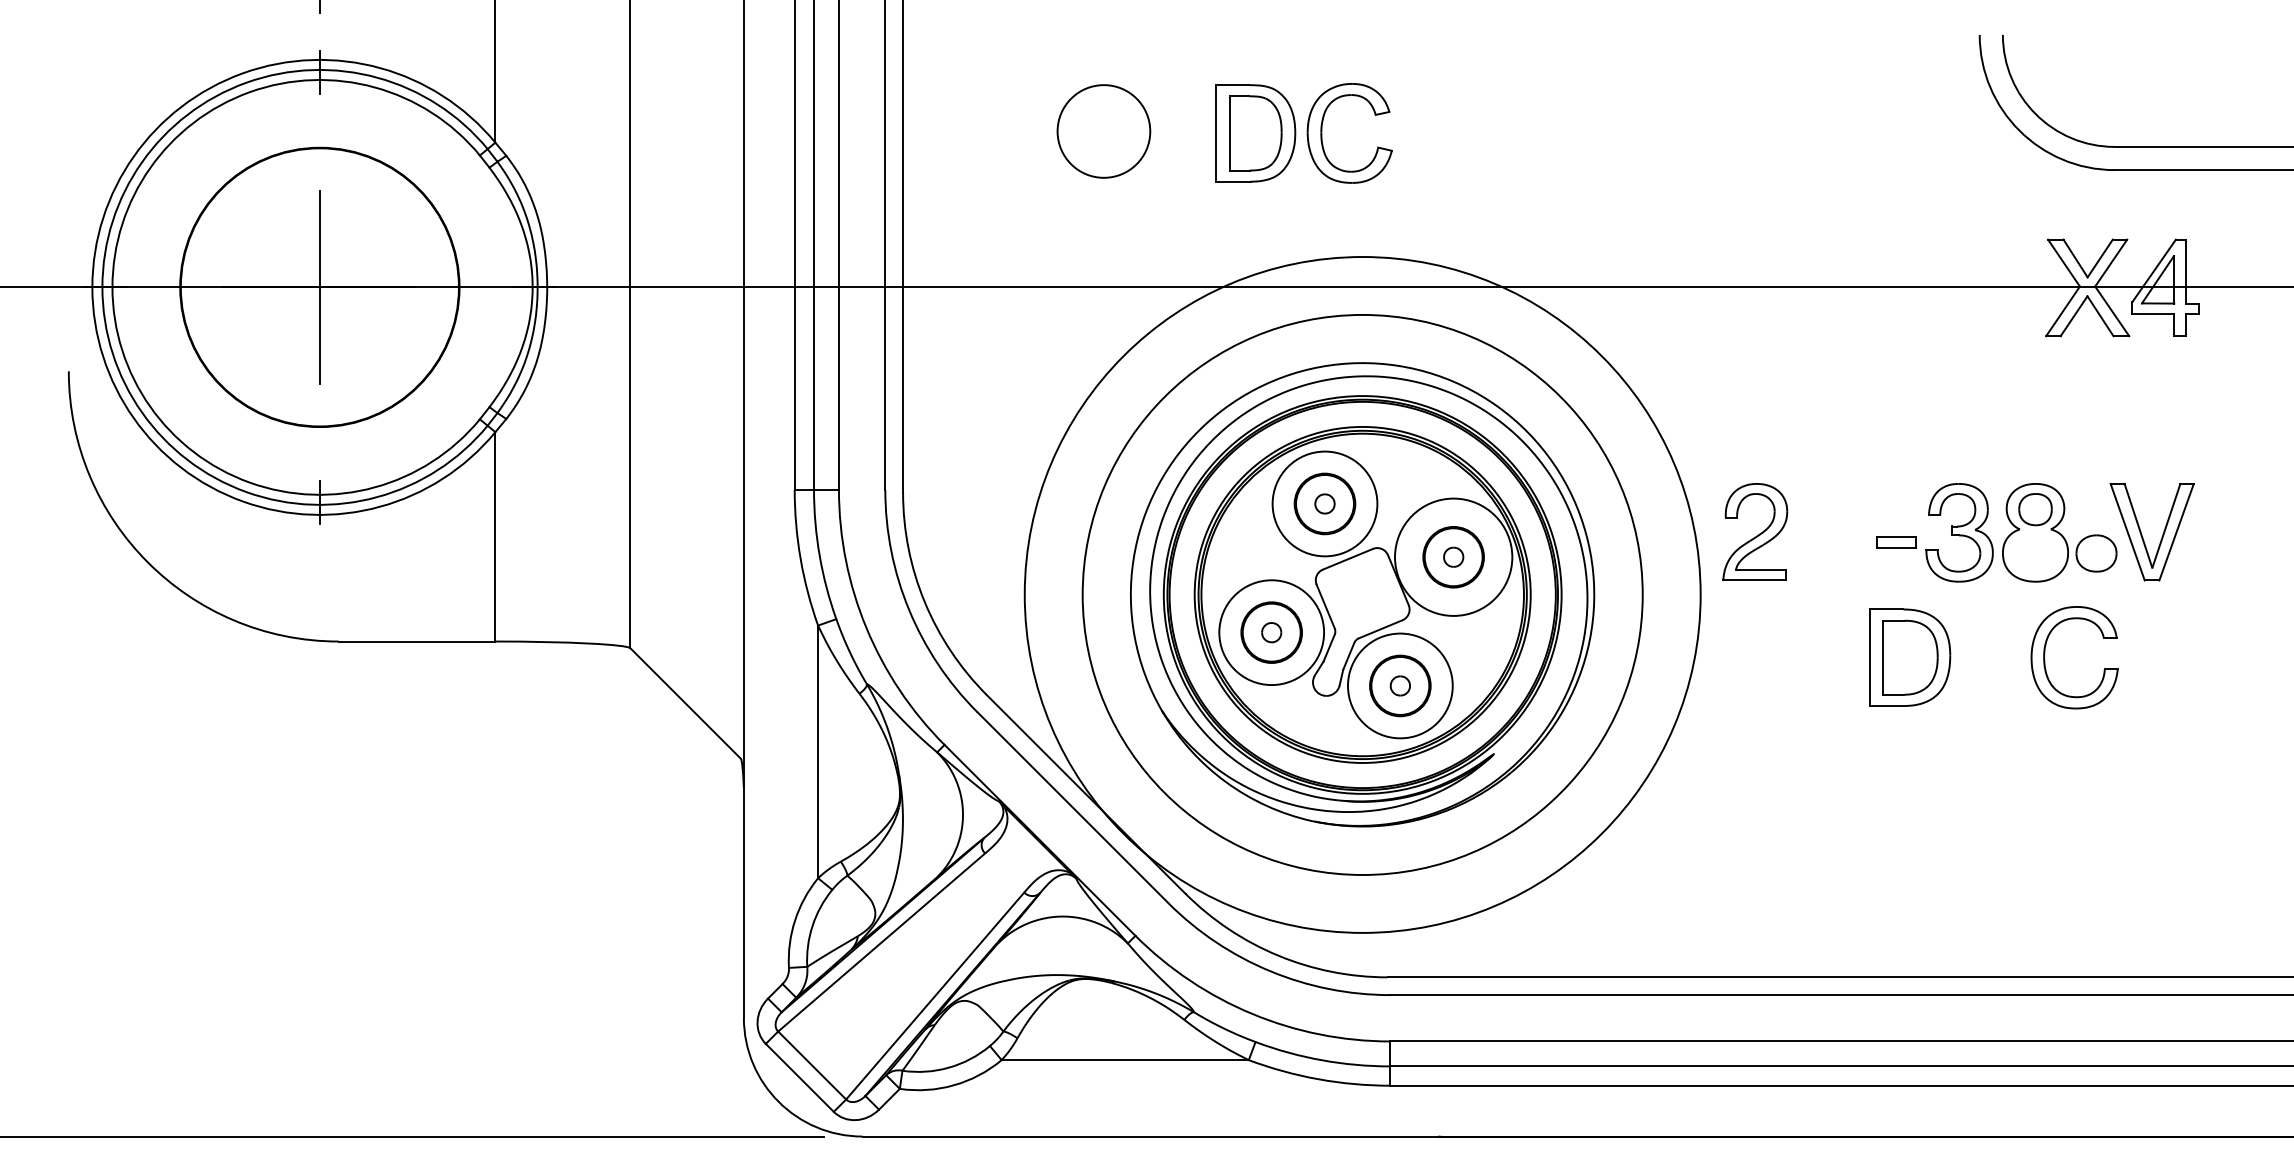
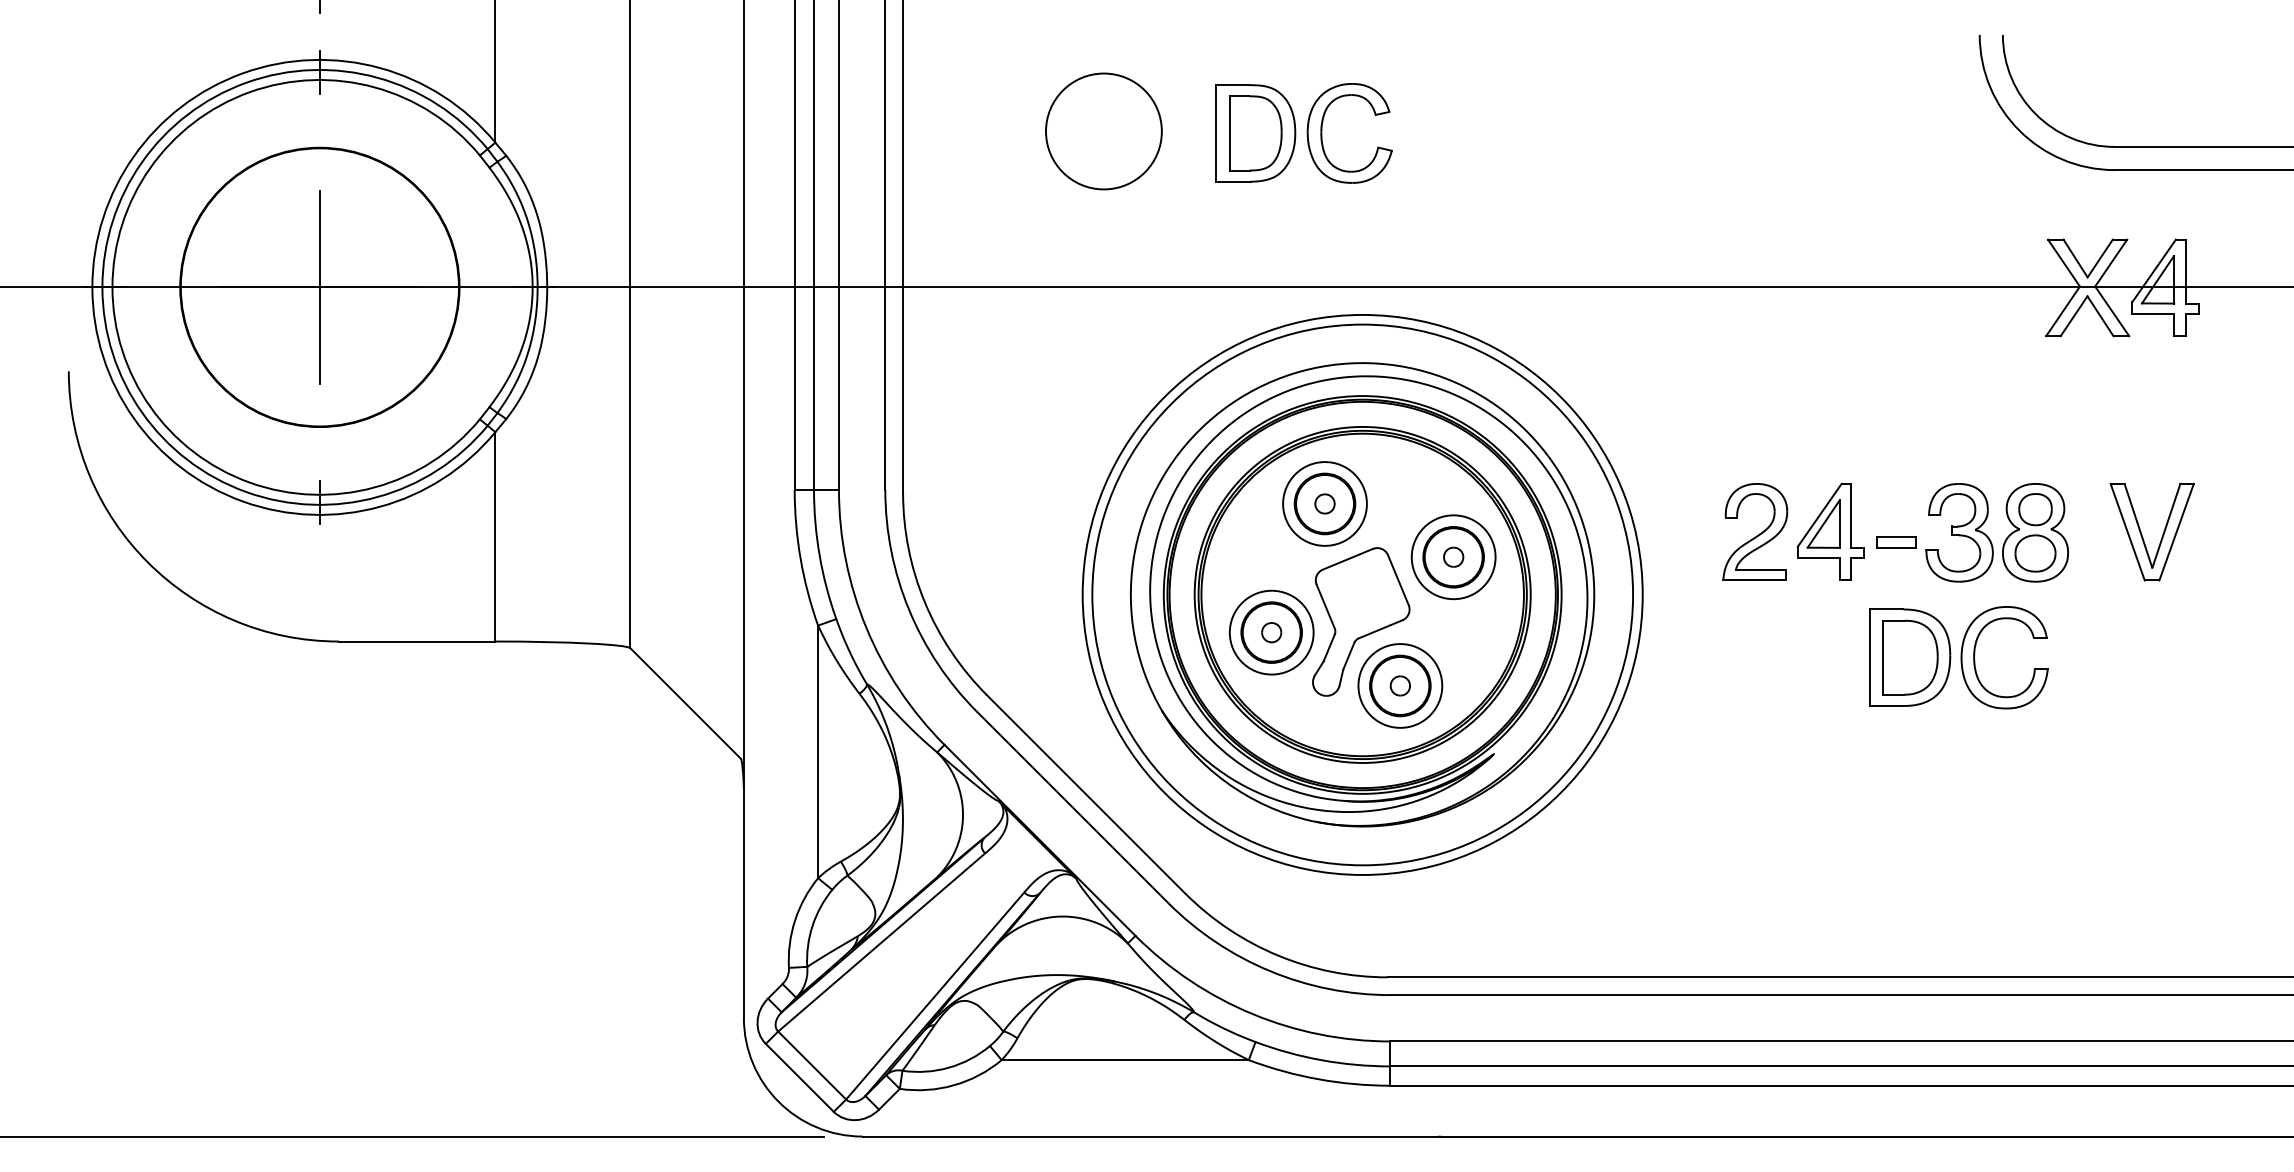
circle at (1103, 131) diameter: 93 px -> 116 px
circle at (1324, 503) diameter: 105 px -> 84 px
part at (1830, 531): none -> present
part at (2096, 553) position: (2096, 553) -> (2035, 553)
circle at (1453, 556) diameter: 117 px -> 84 px
circle at (1362, 594) diameter: 676 px -> 541 px
circle at (1271, 632) diameter: 105 px -> 84 px
part at (2045, 659) position: (2045, 659) -> (1975, 659)
circle at (1399, 685) diameter: 105 px -> 84 px
